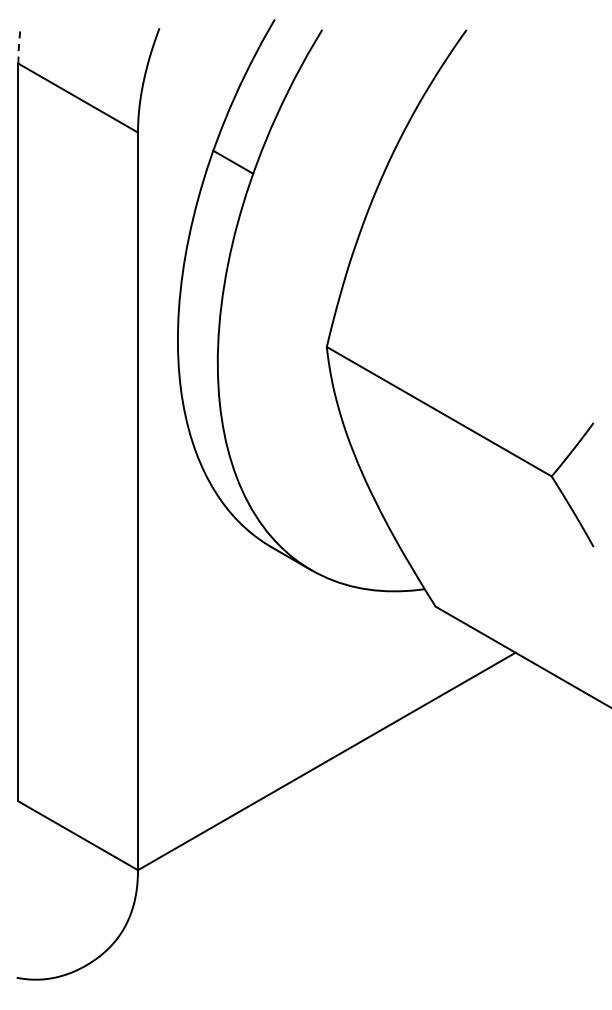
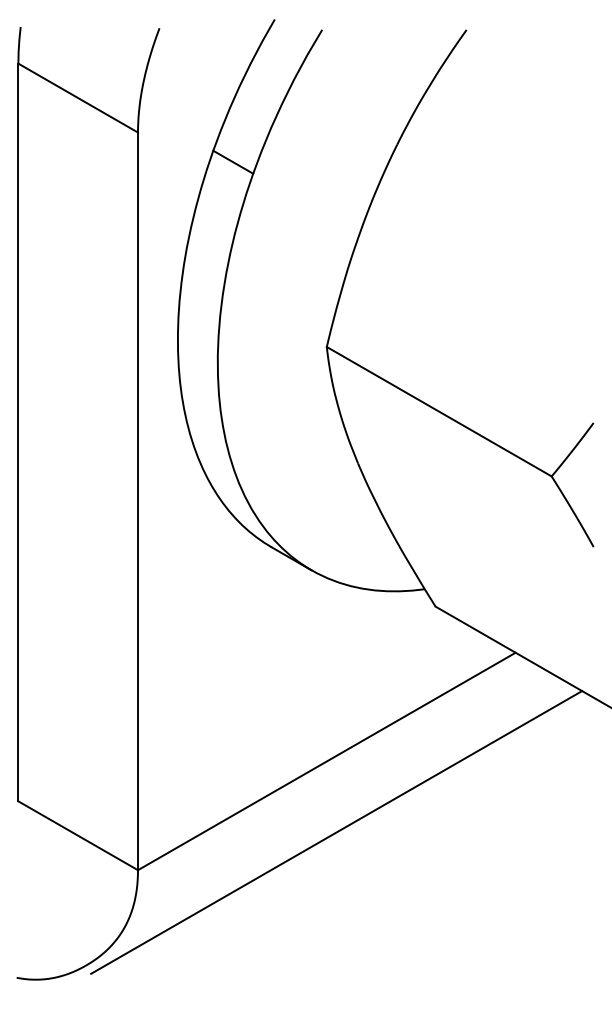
line at (19, 45): dashed -> solid
line at (336, 832): none -> present
